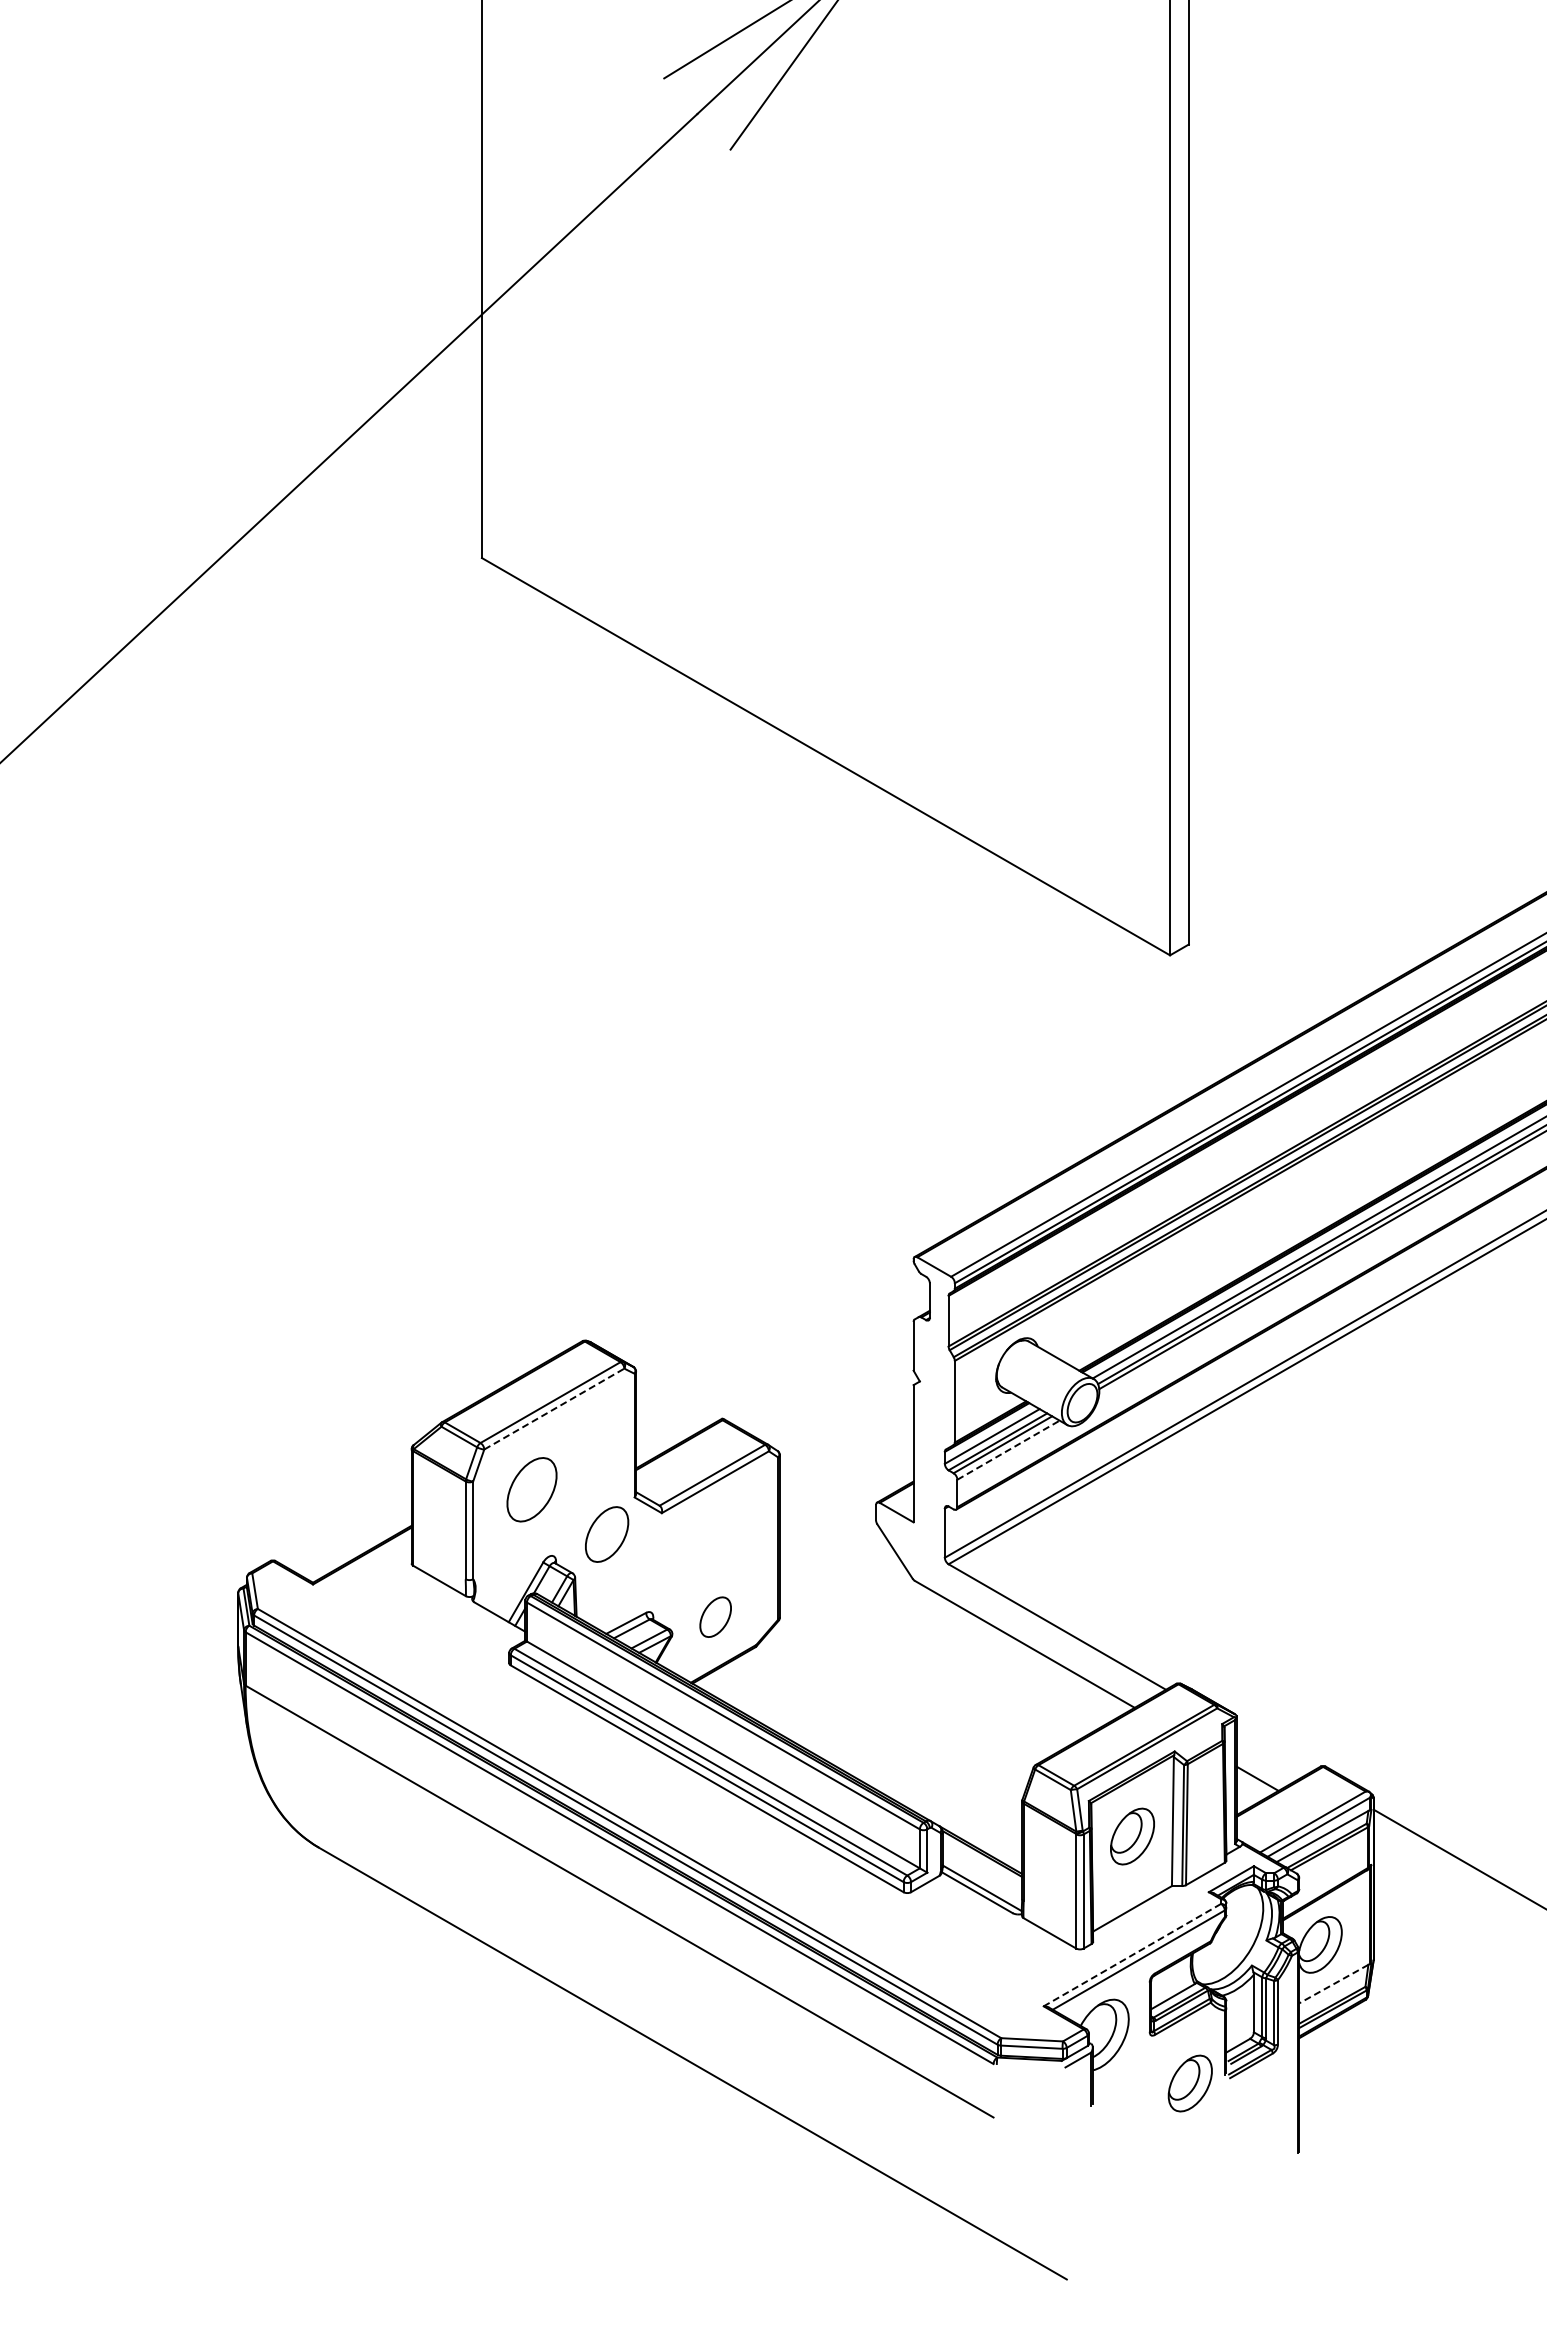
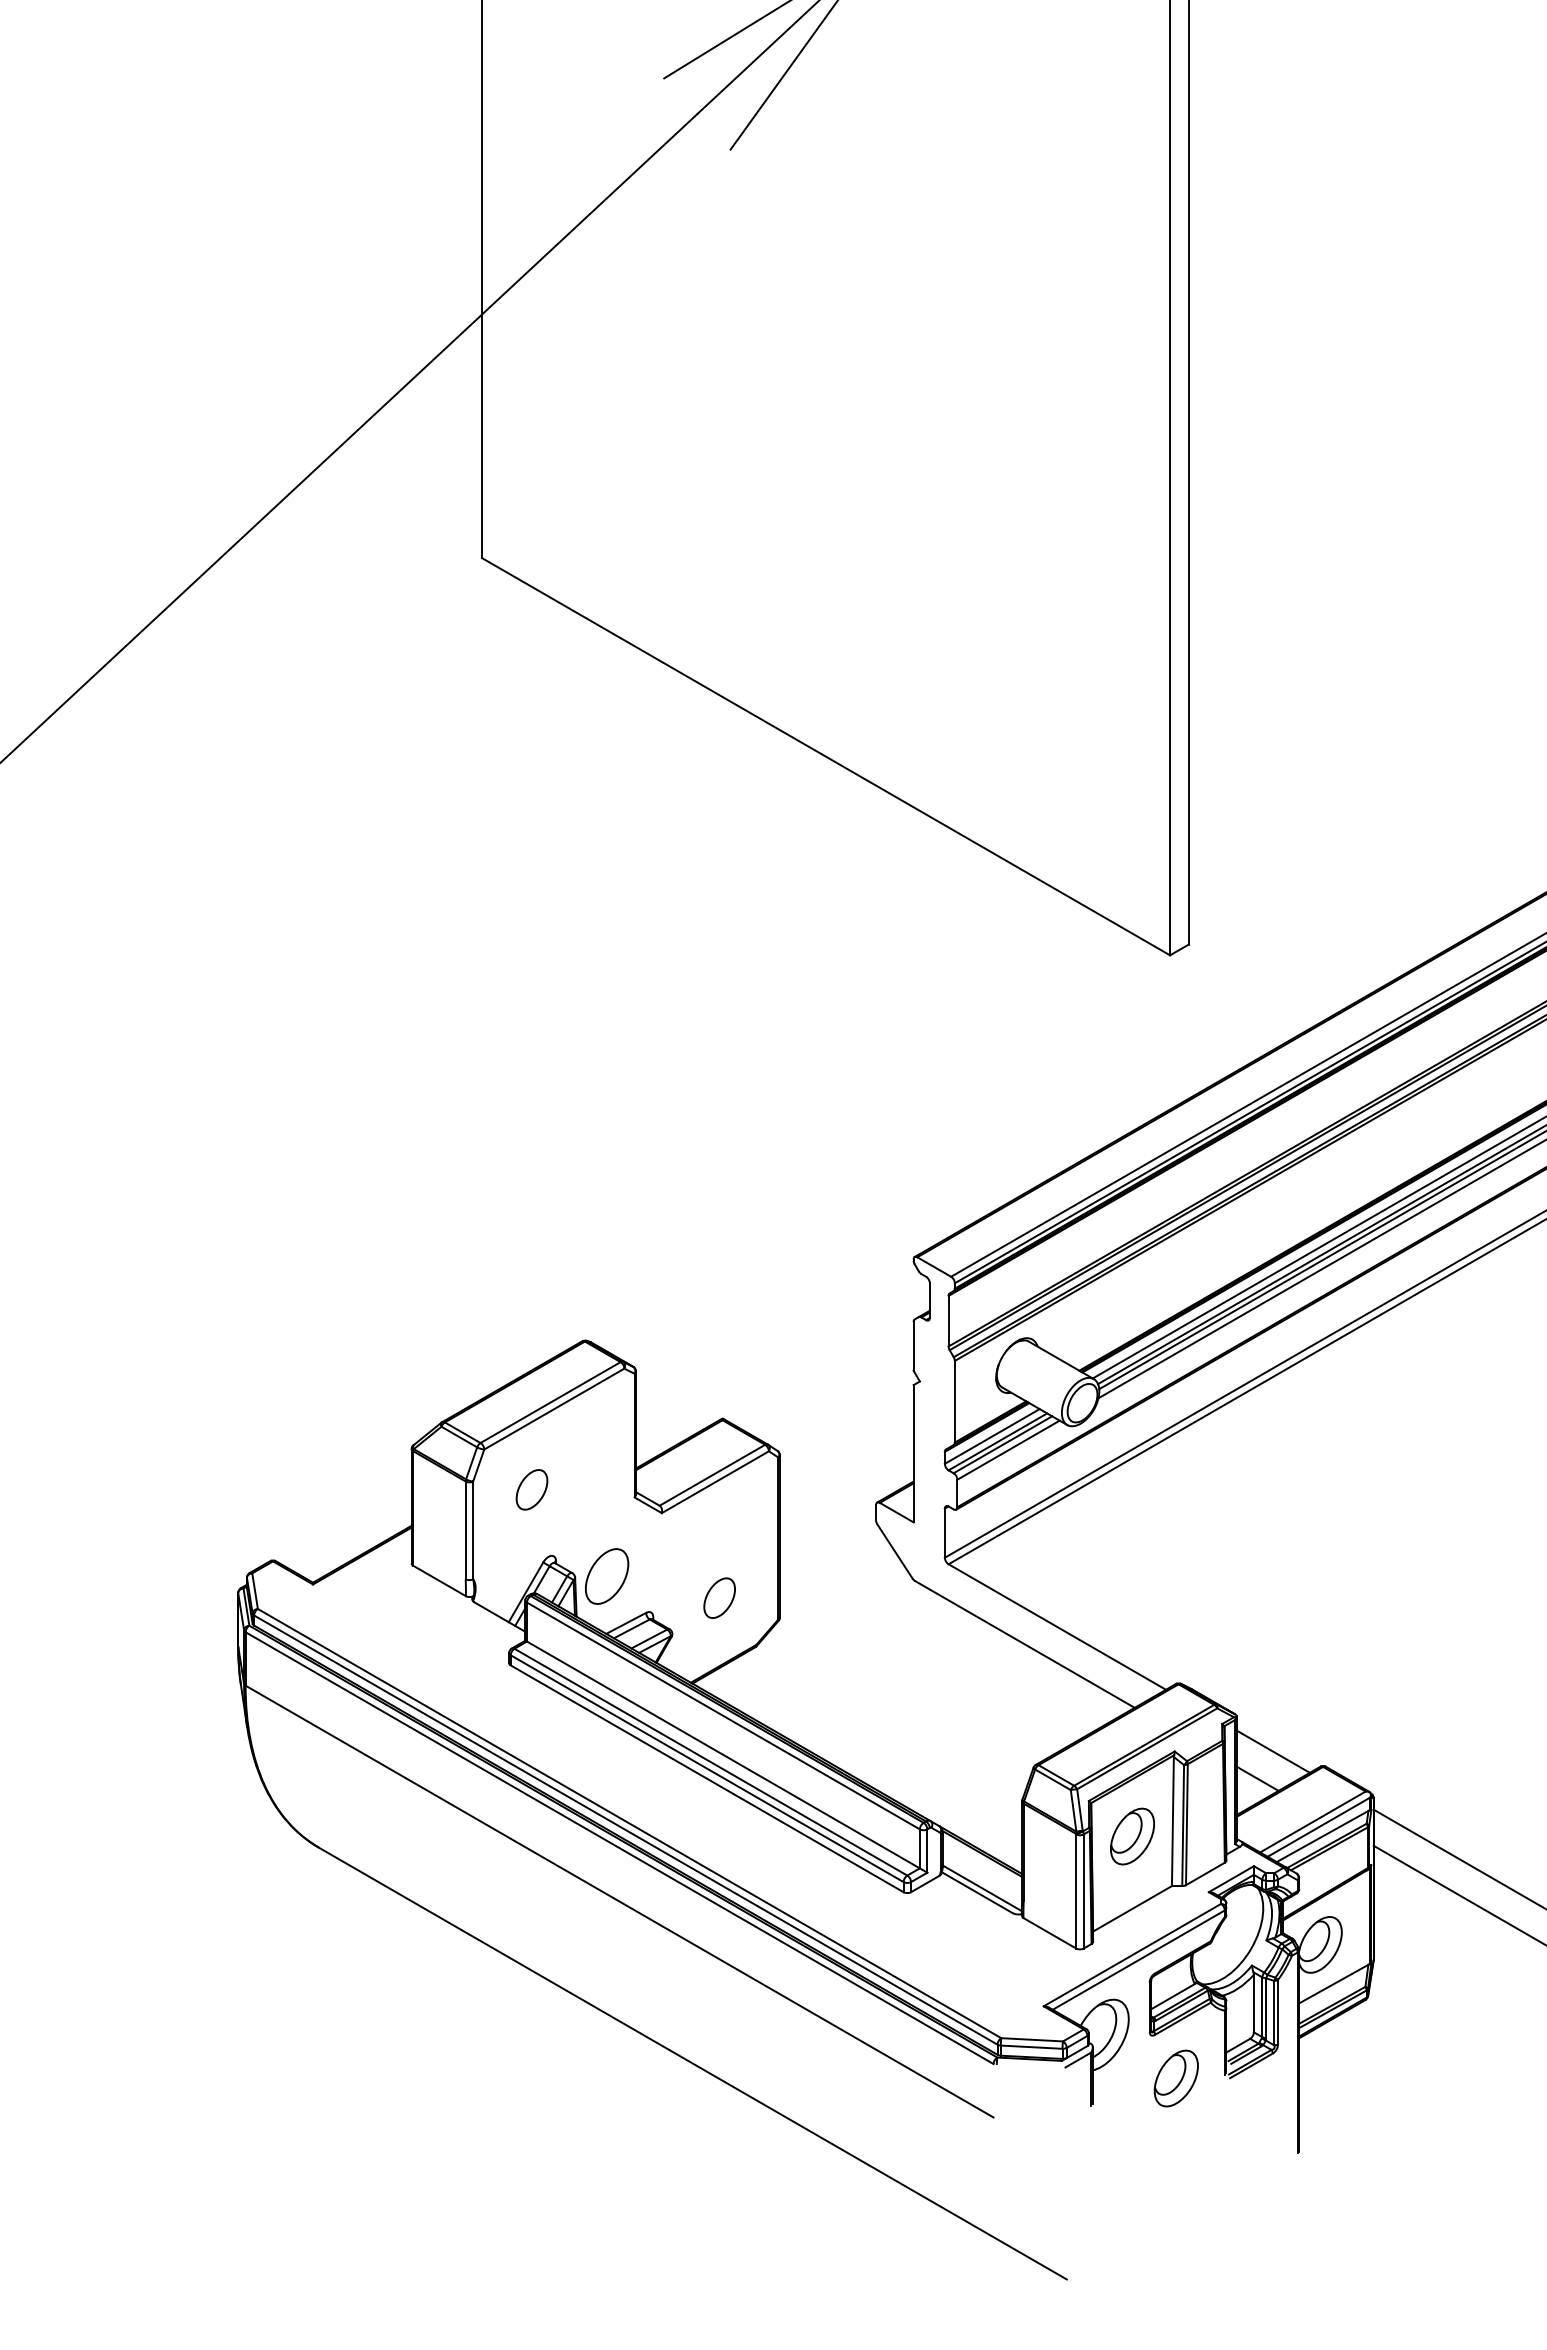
line at (1320, 1269): none -> present
line at (554, 1409): dashed -> solid
line at (1008, 1449): dashed -> solid
part at (531, 1489) size: 52x66 px -> 34x42 px
part at (607, 1534) position: (607, 1534) -> (607, 1576)
part at (715, 1616) position: (715, 1616) -> (719, 1597)
line at (1272, 1751): none -> present
line at (1458, 1894): none -> present
line at (1131, 1955): dashed -> solid
line at (1333, 1984): dashed -> solid
part at (1189, 2083) position: (1189, 2083) -> (1175, 2078)
